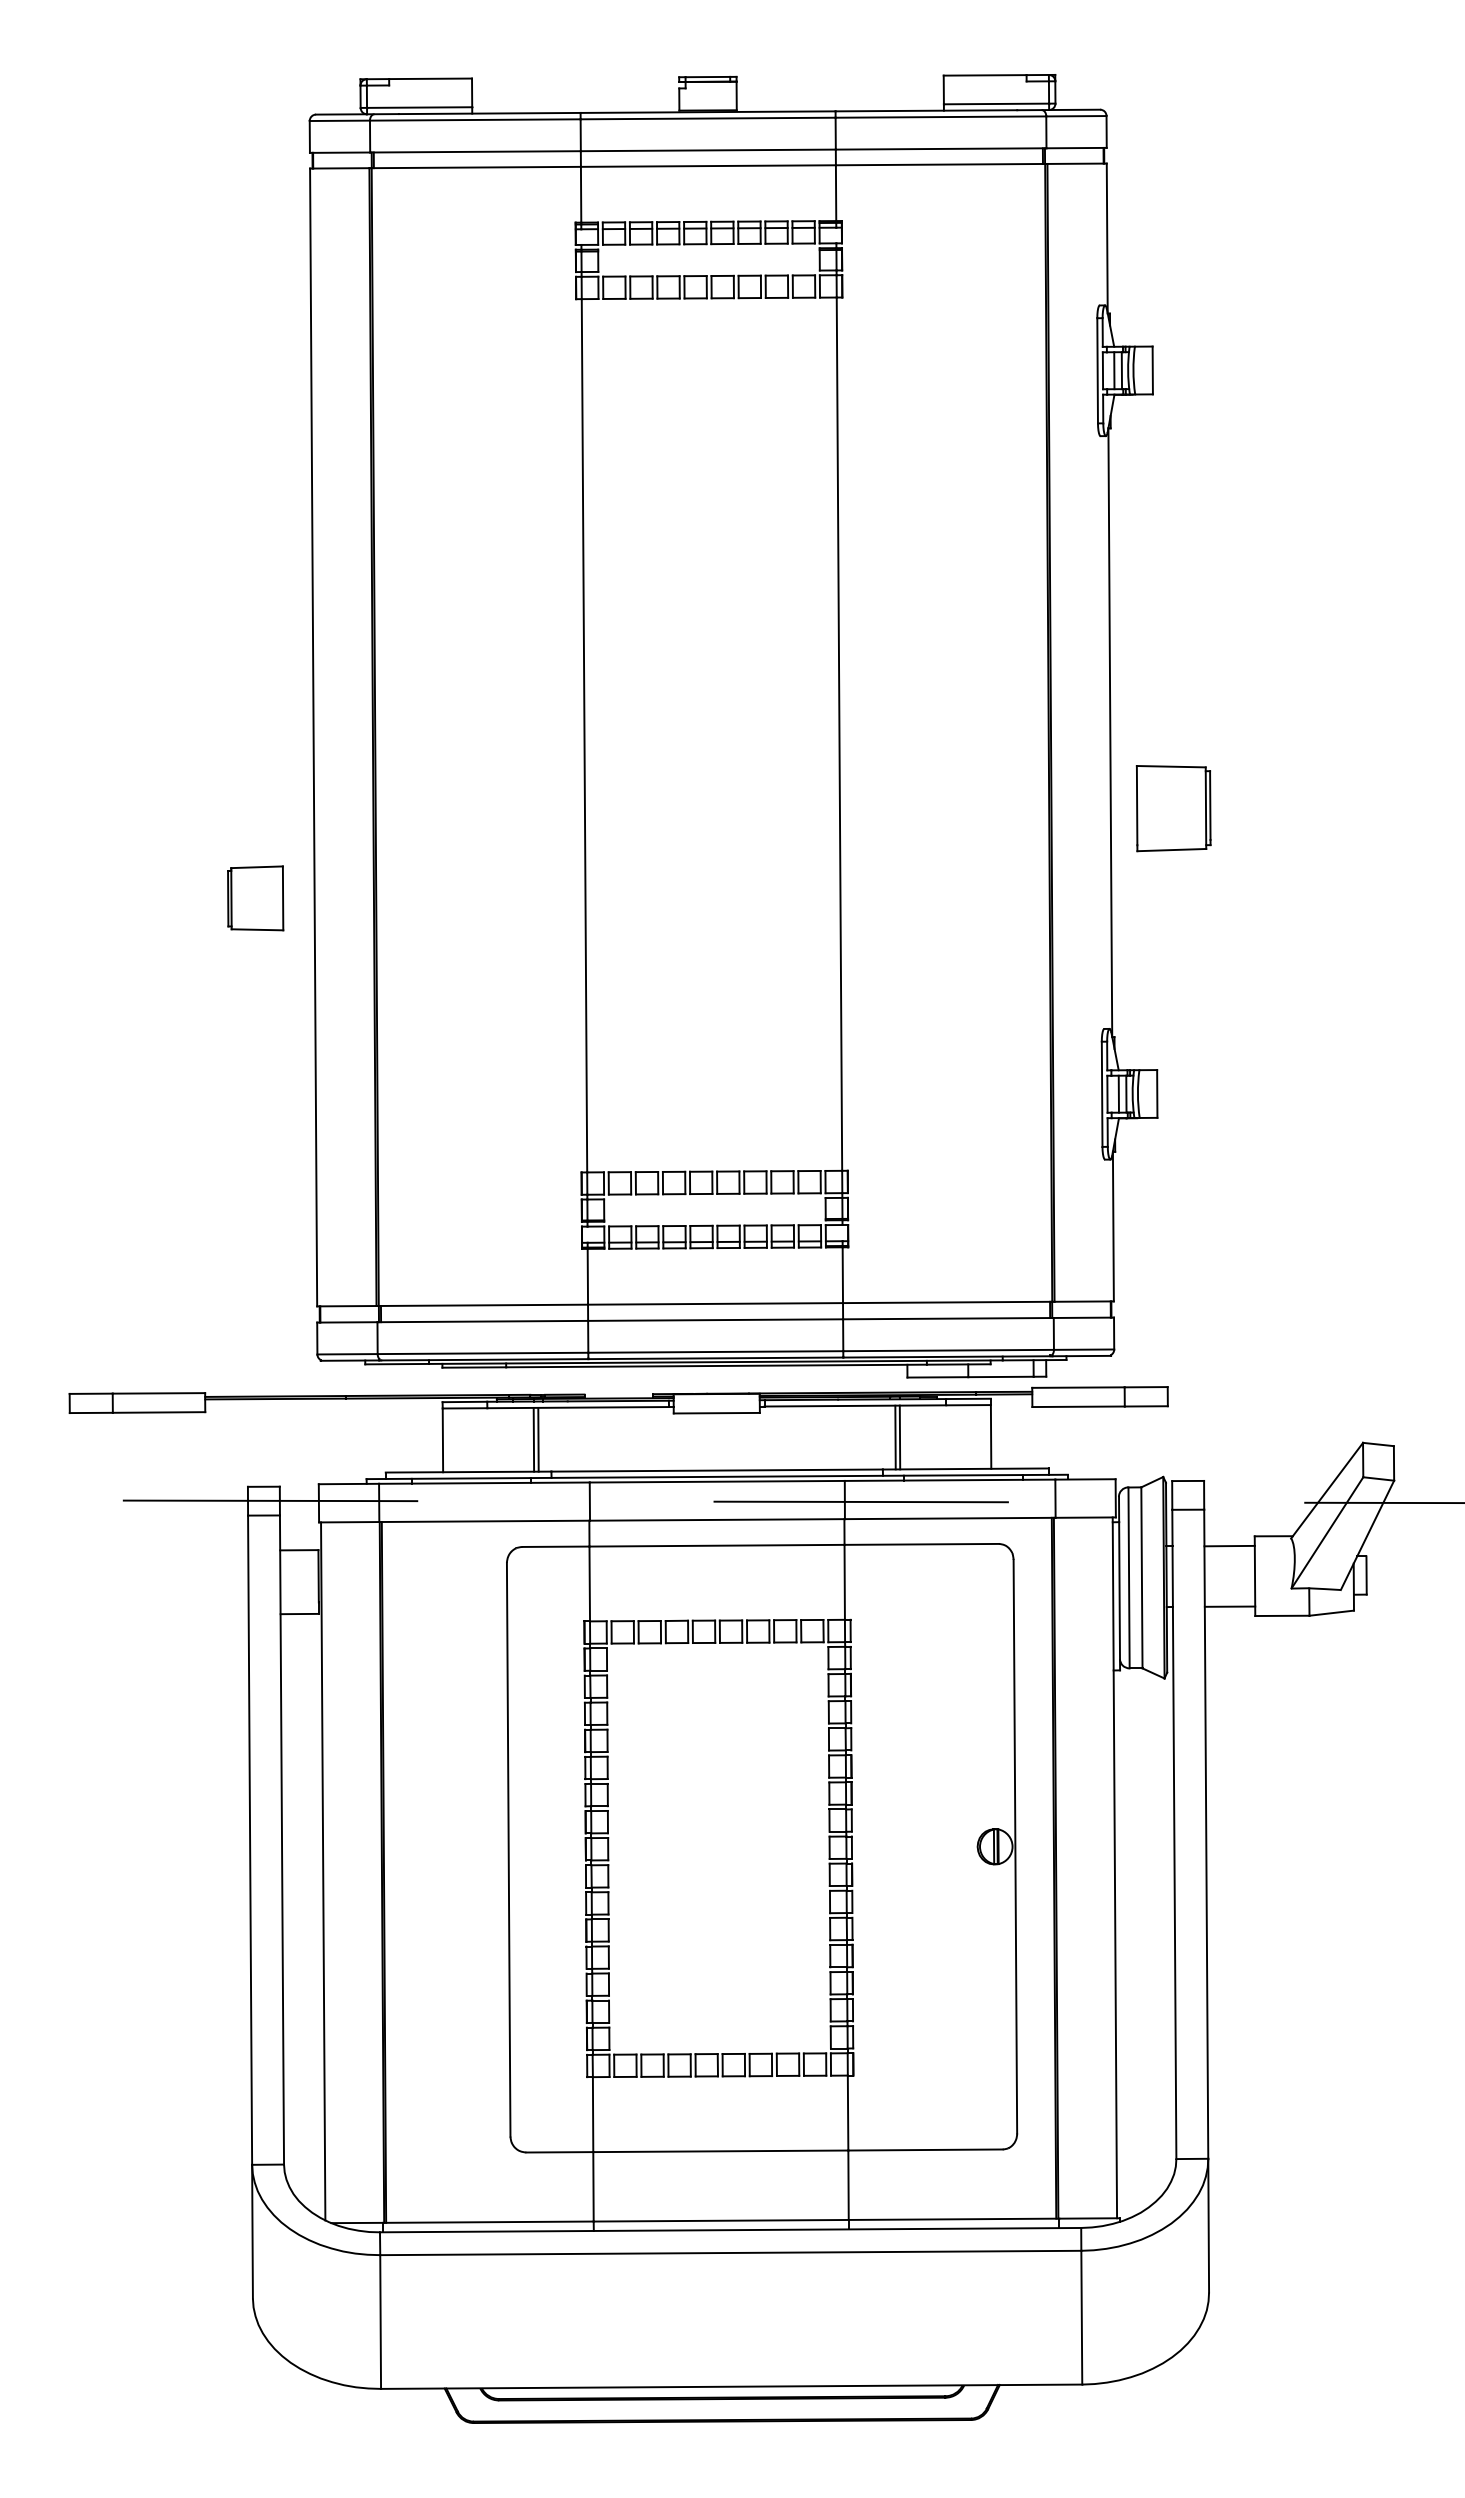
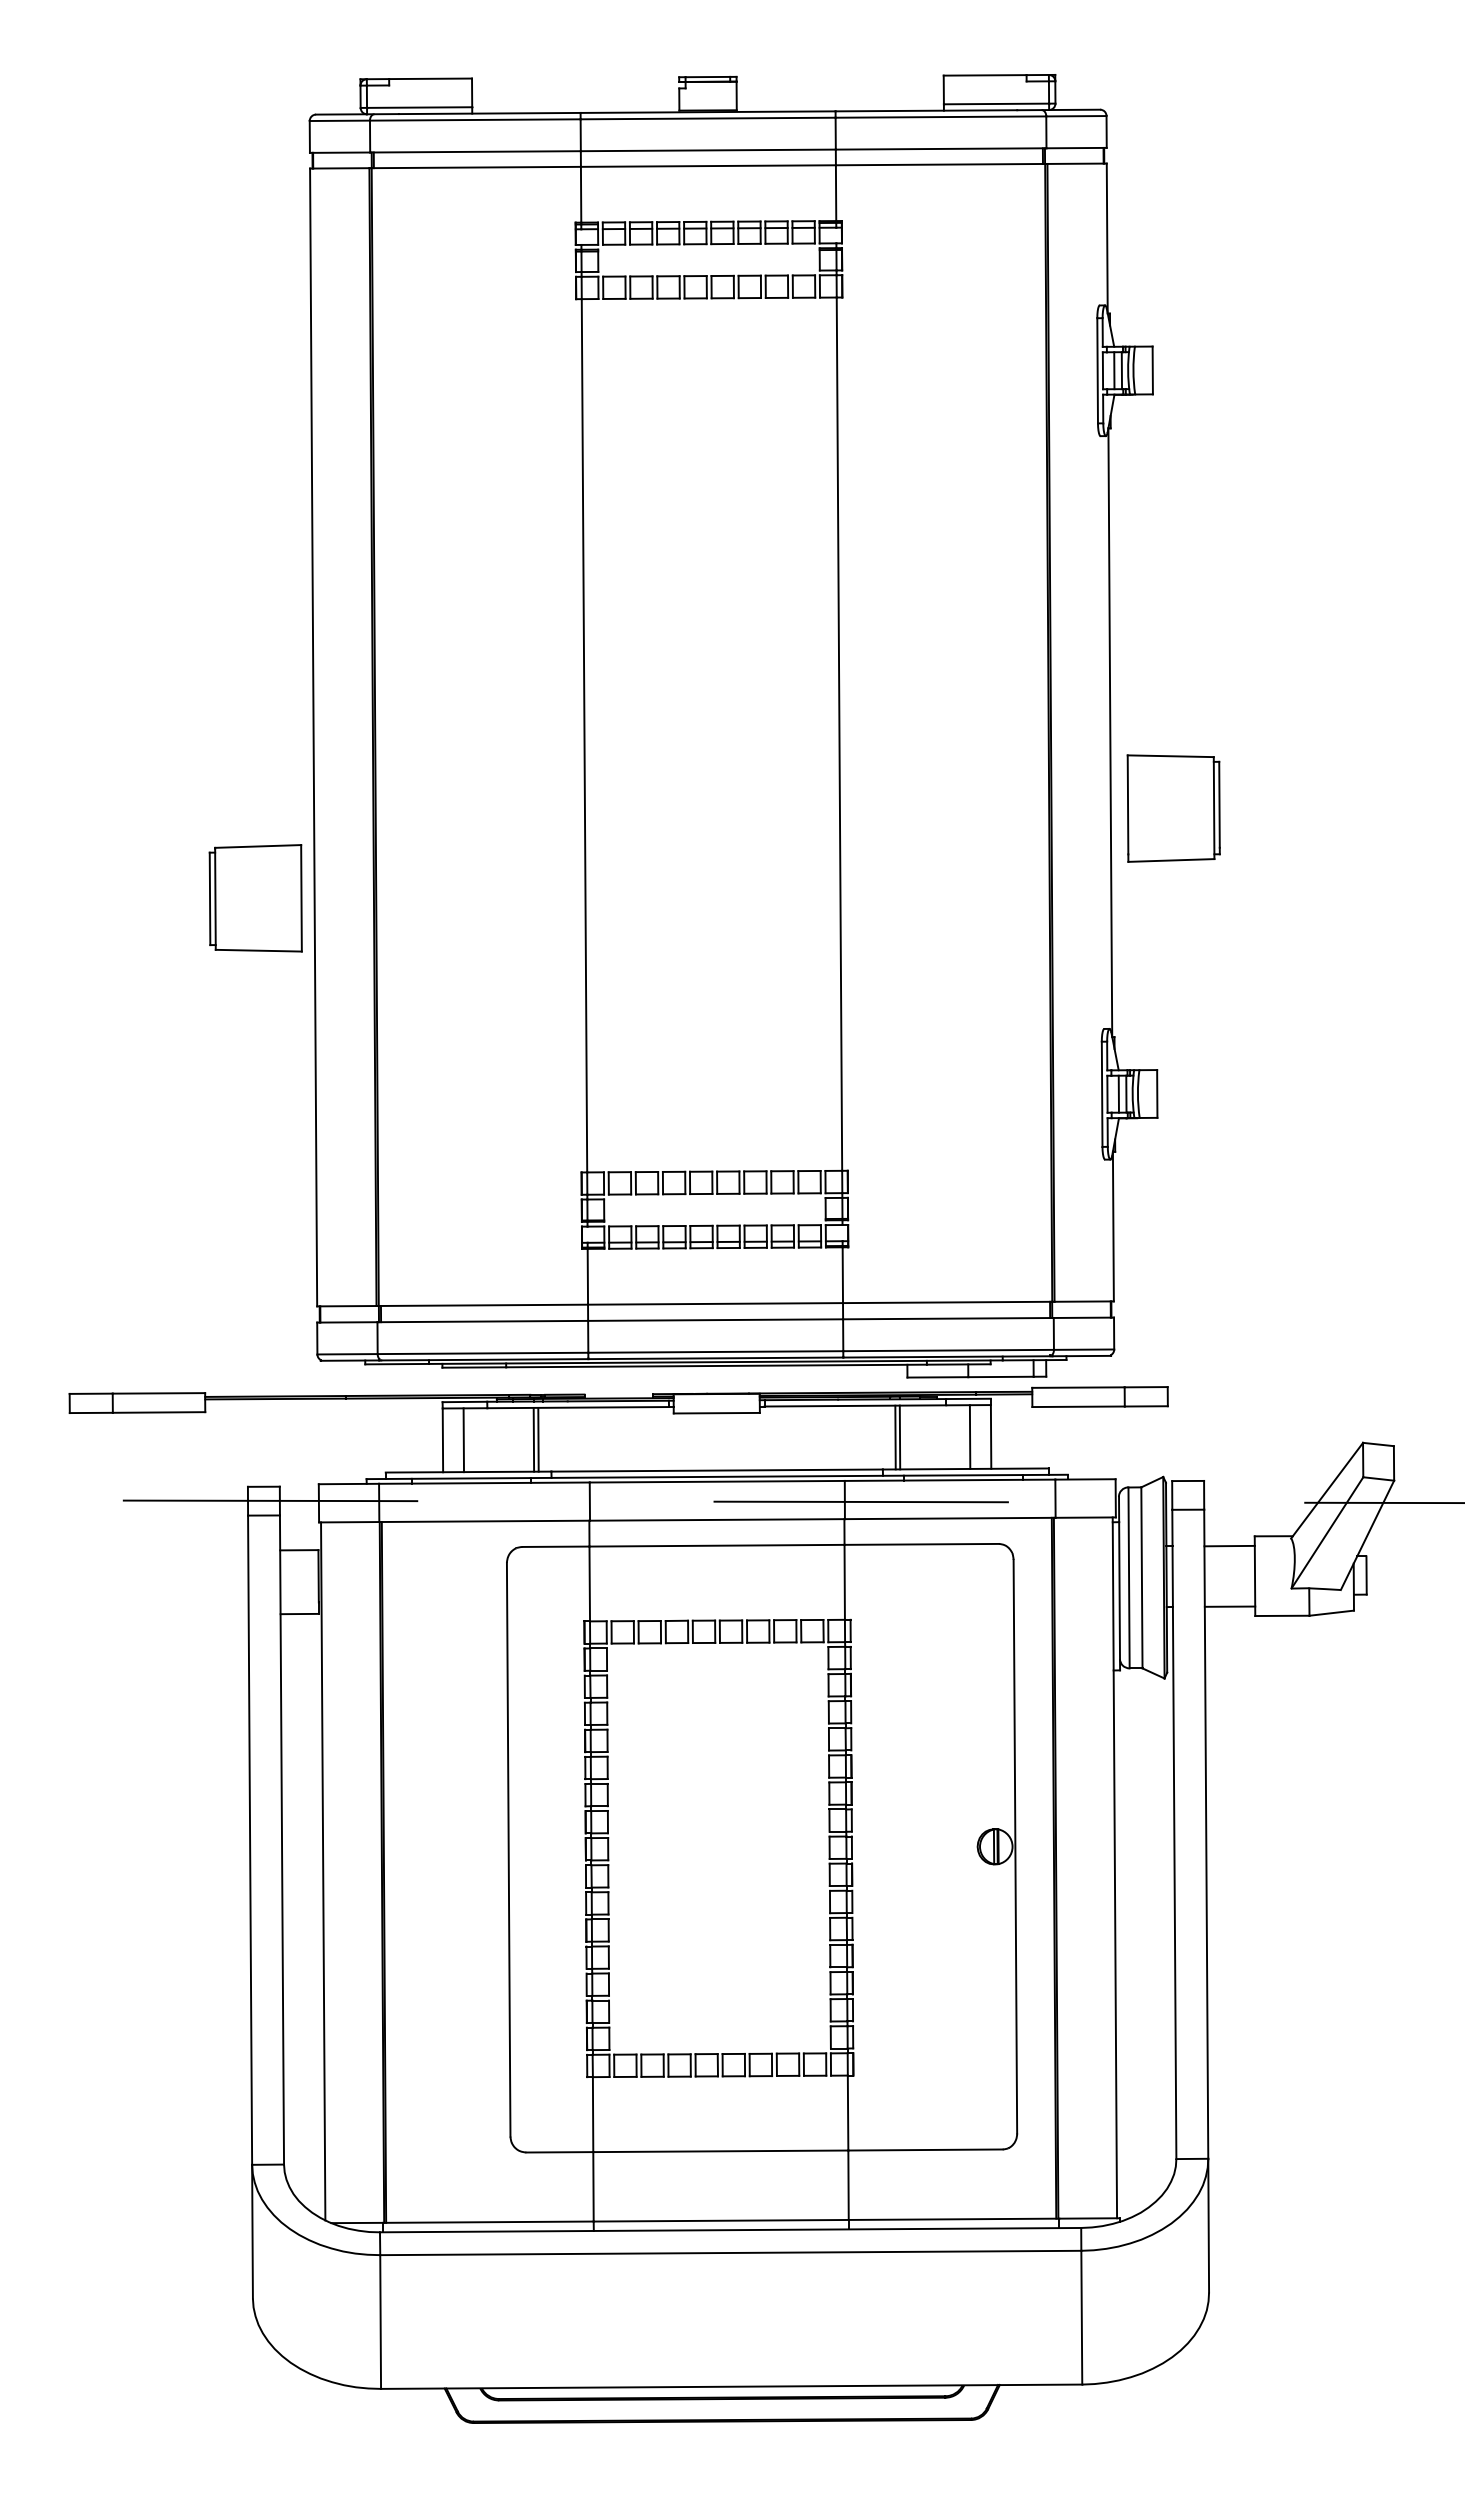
part at (1173, 808) size: 77x88 px -> 95x109 px
part at (255, 898) size: 58x67 px -> 95x109 px
line at (969, 1436): none -> present
line at (463, 1440): none -> present
